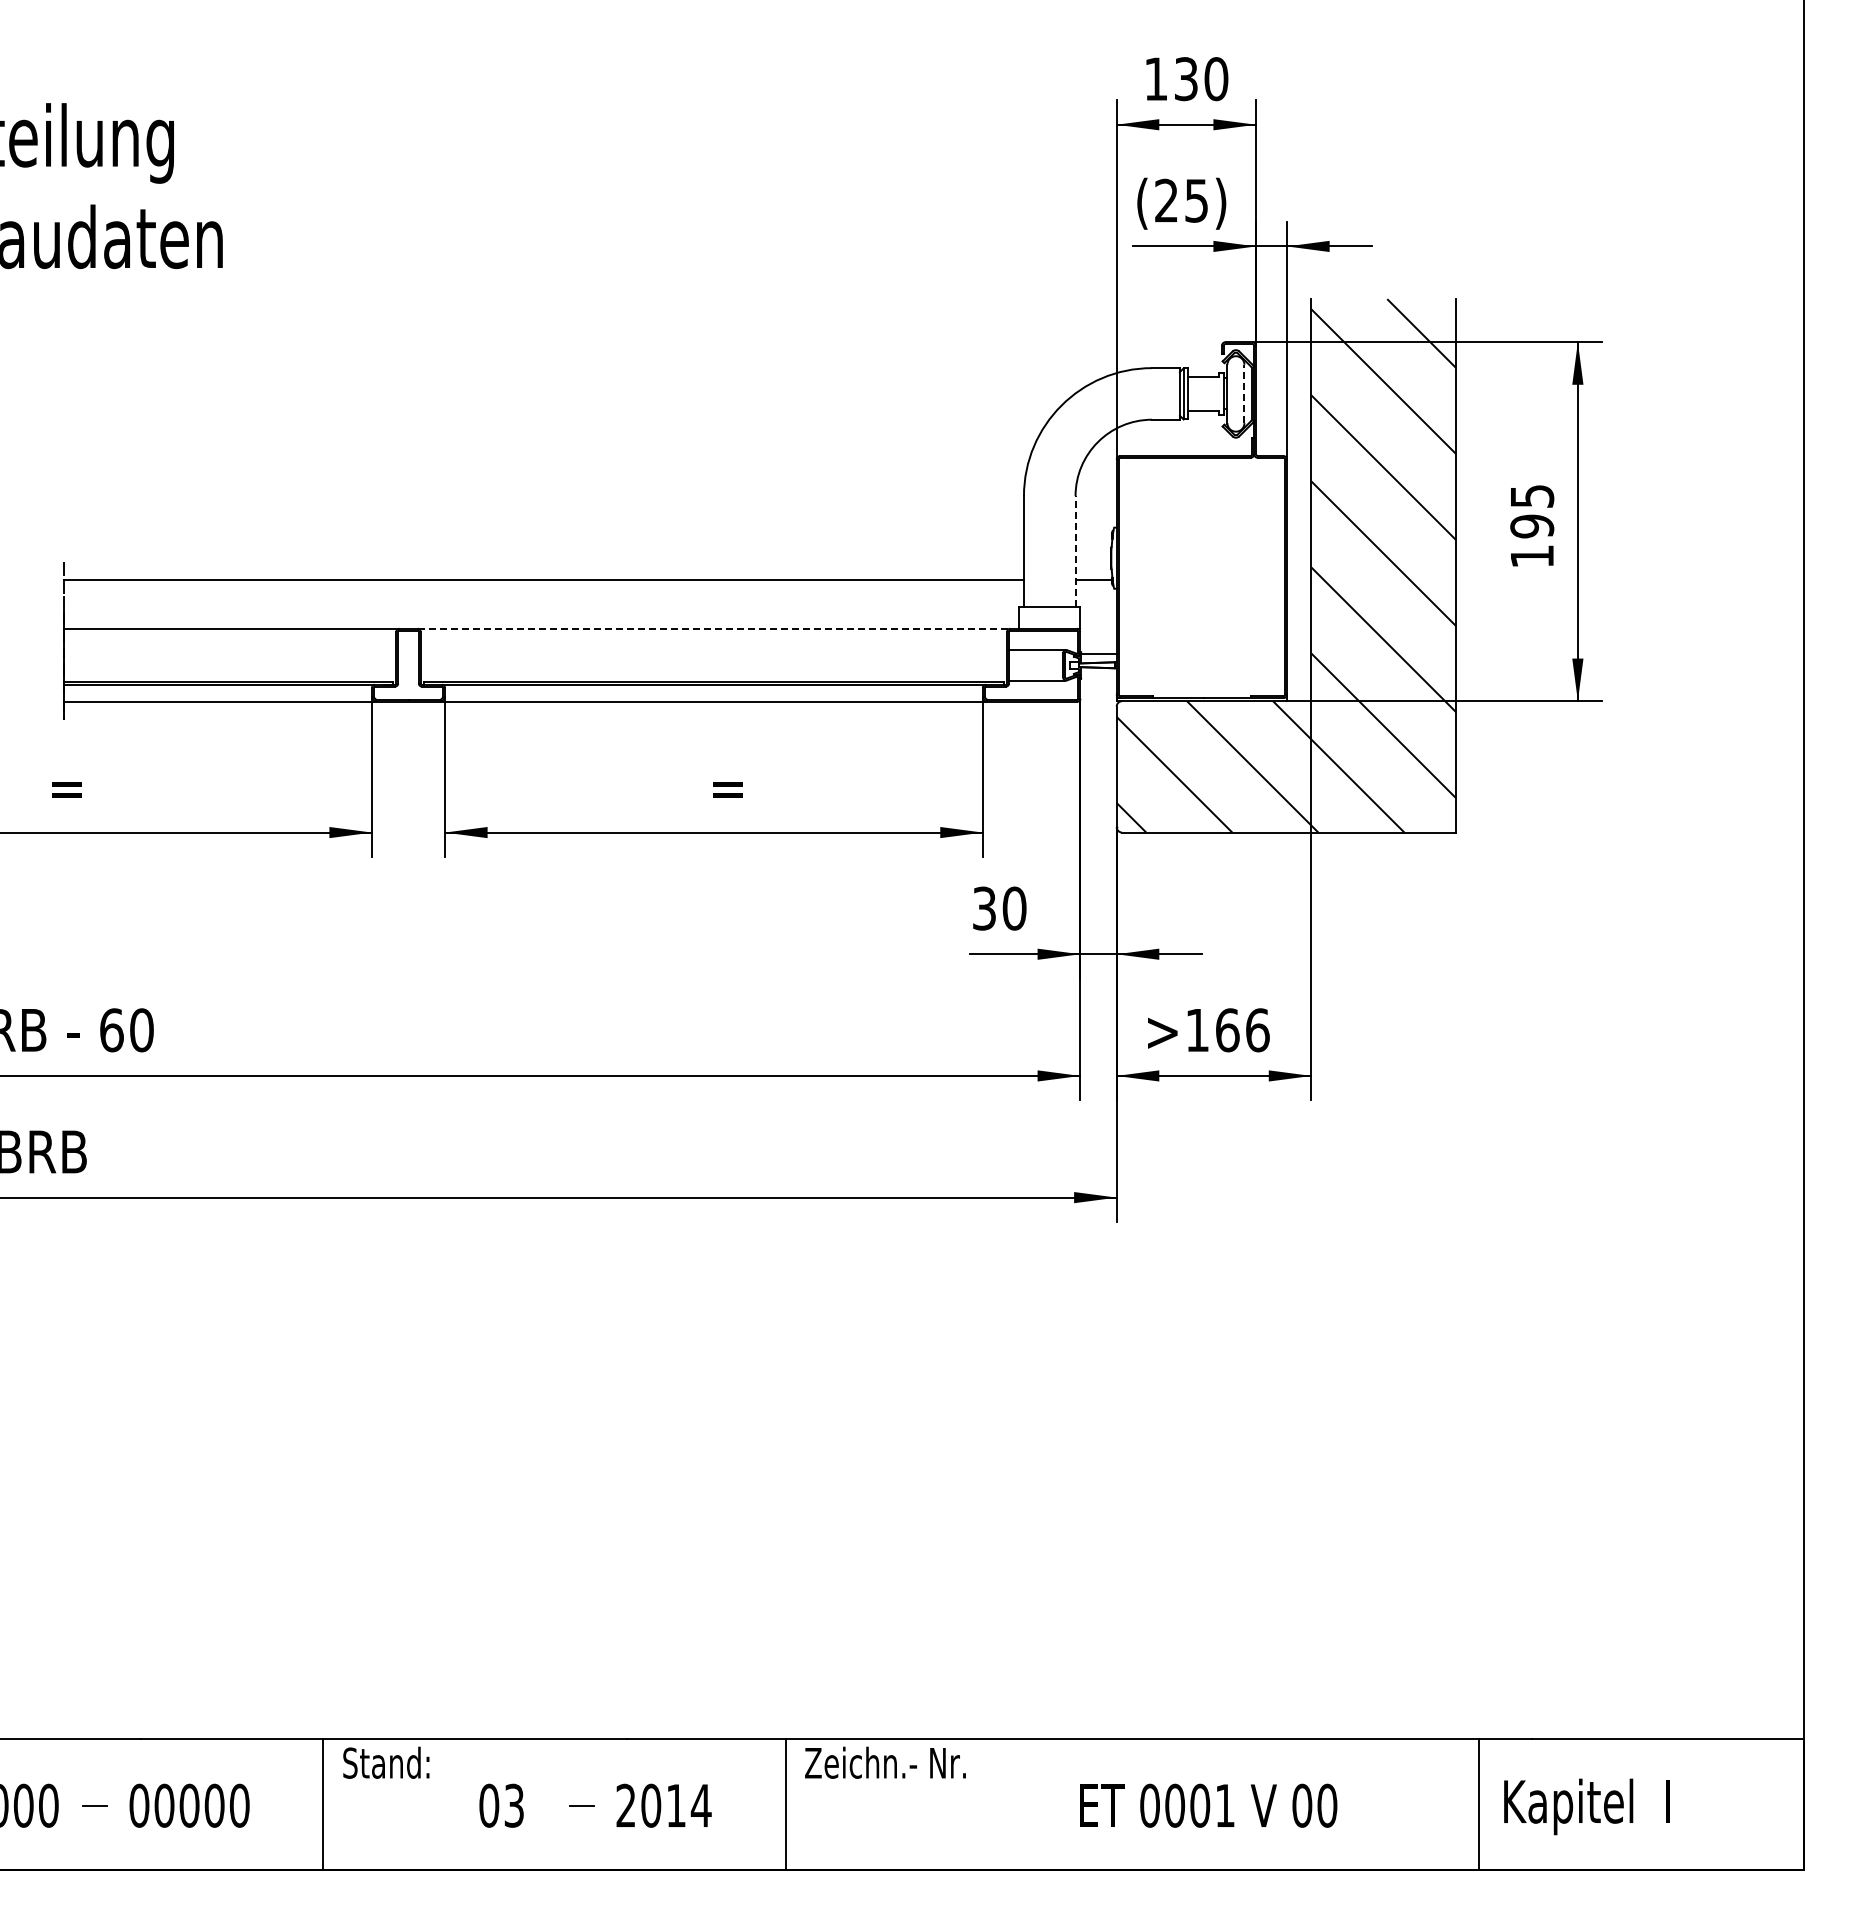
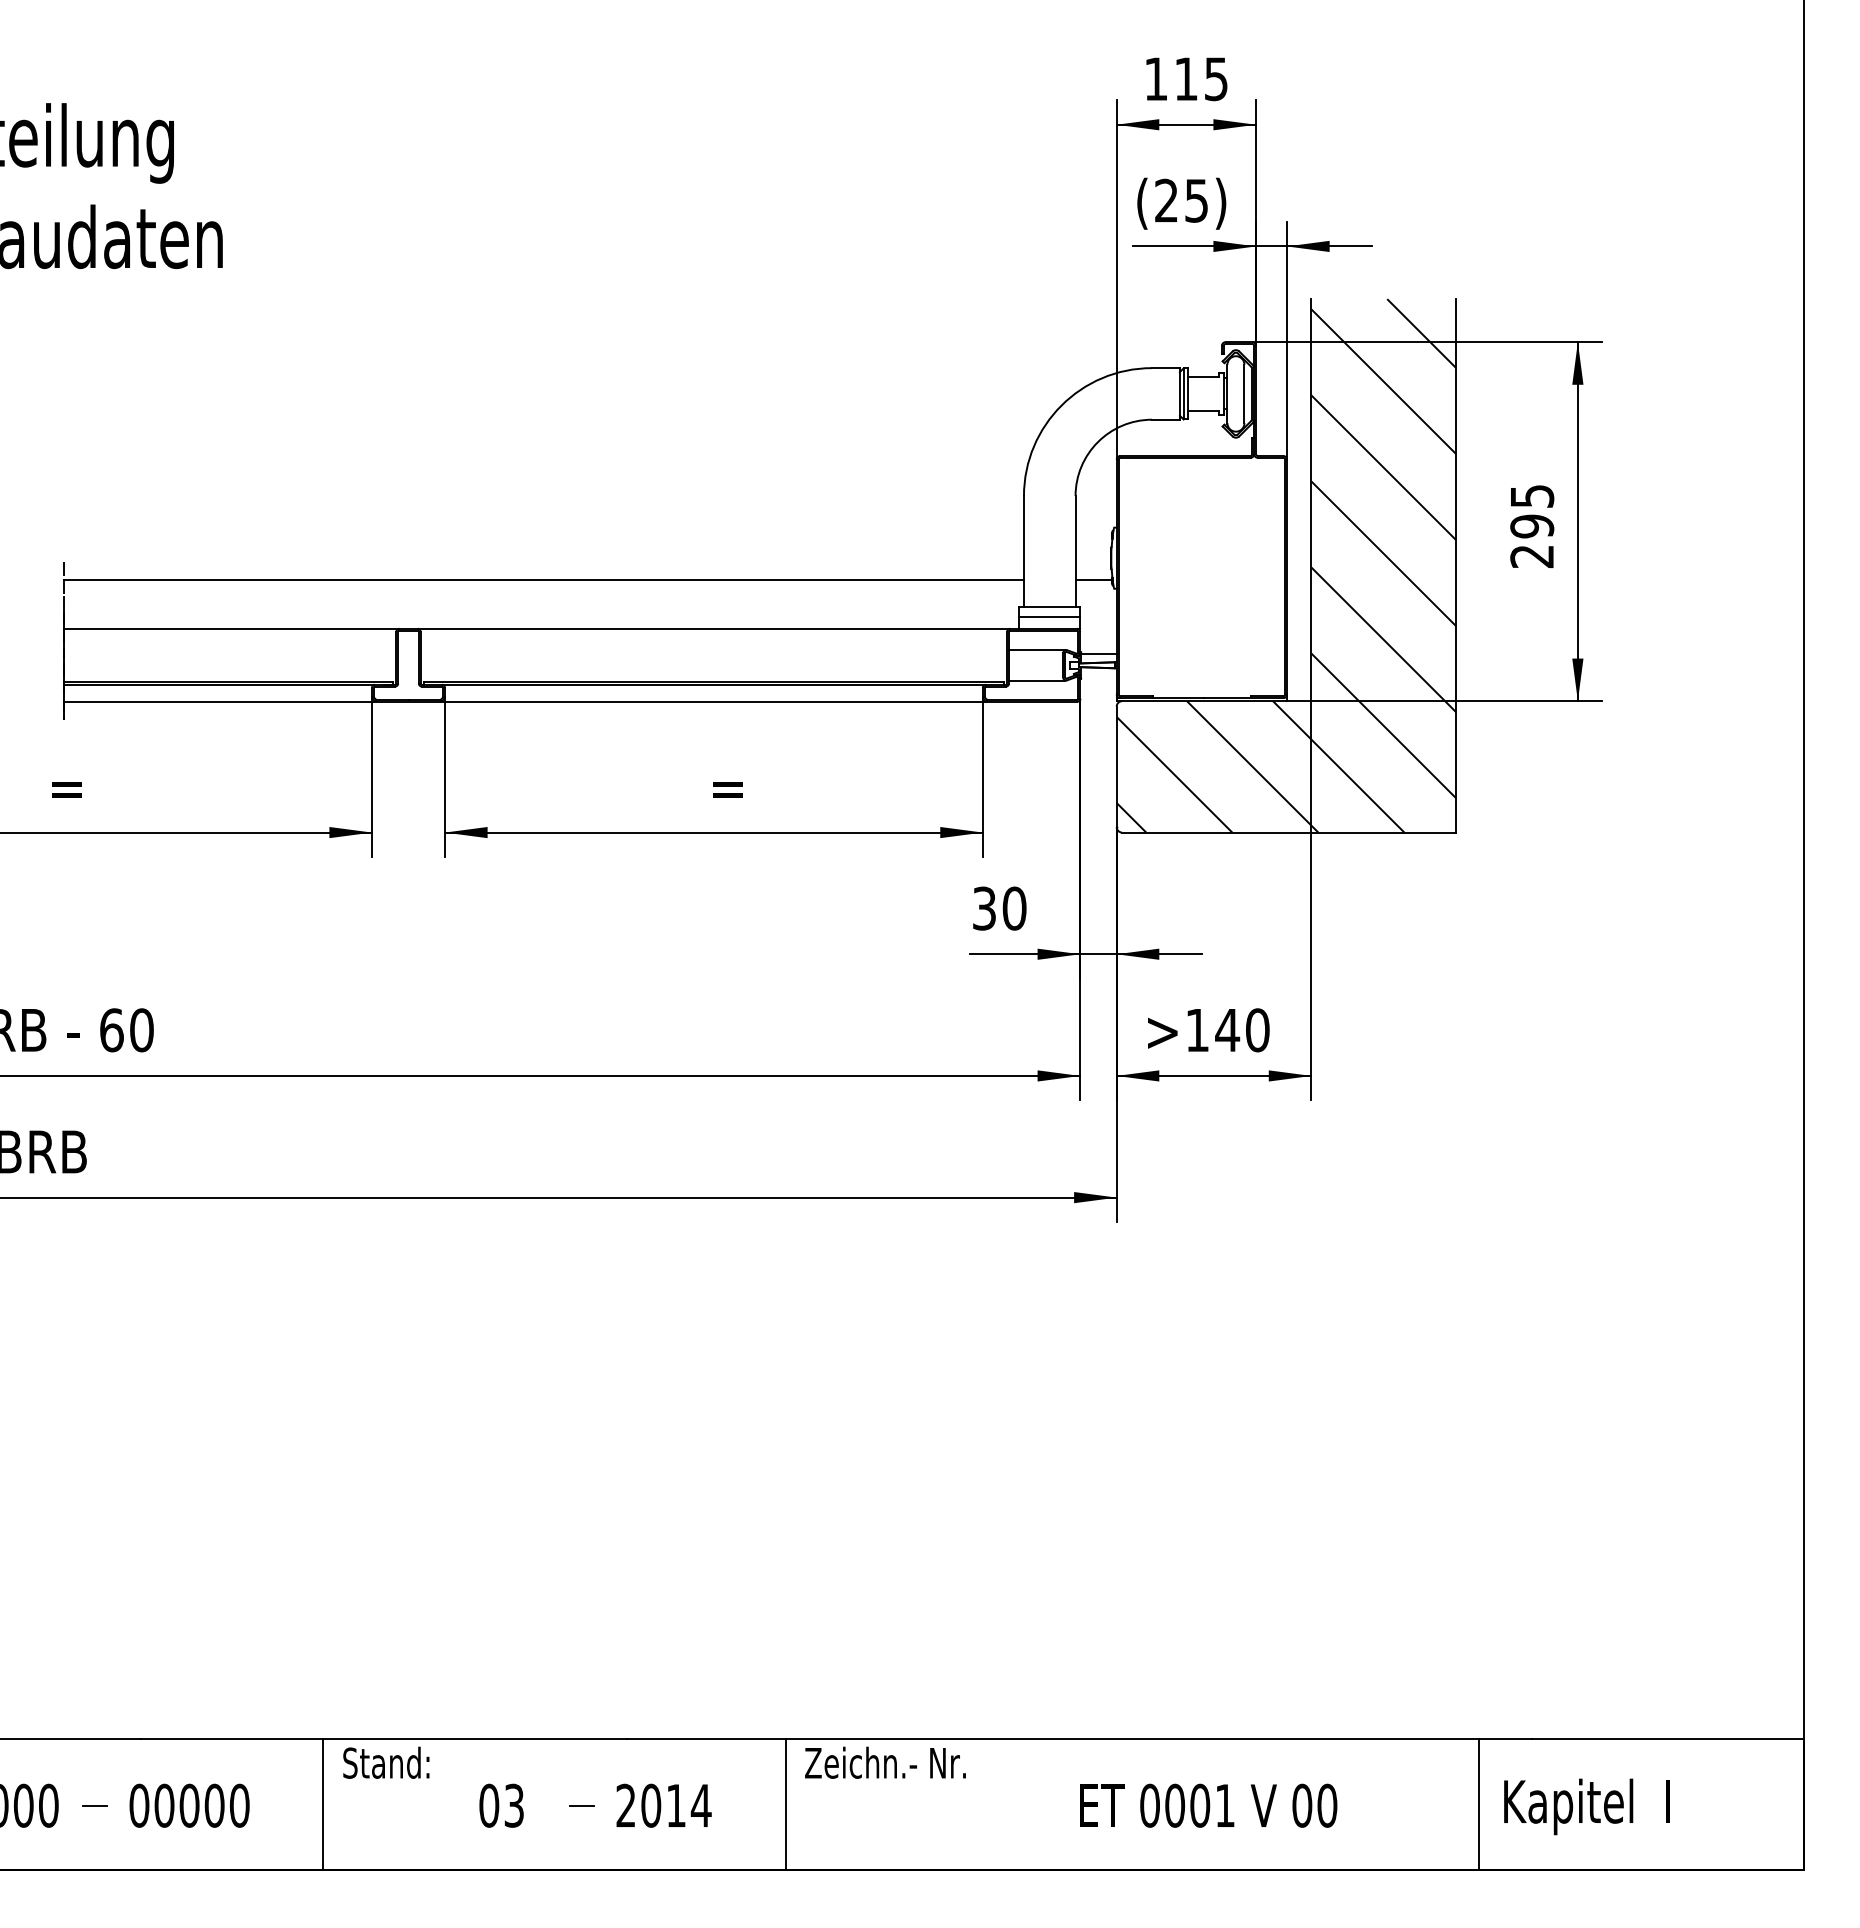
text at (1201, 79): 130 -> 115
line at (1244, 393): dashed -> solid
line at (1075, 551): dashed -> solid
text at (1531, 556): 195 -> 295
line at (1049, 616): none -> present
line at (713, 628): dashed -> solid
text at (1242, 1030): >166 -> >140
